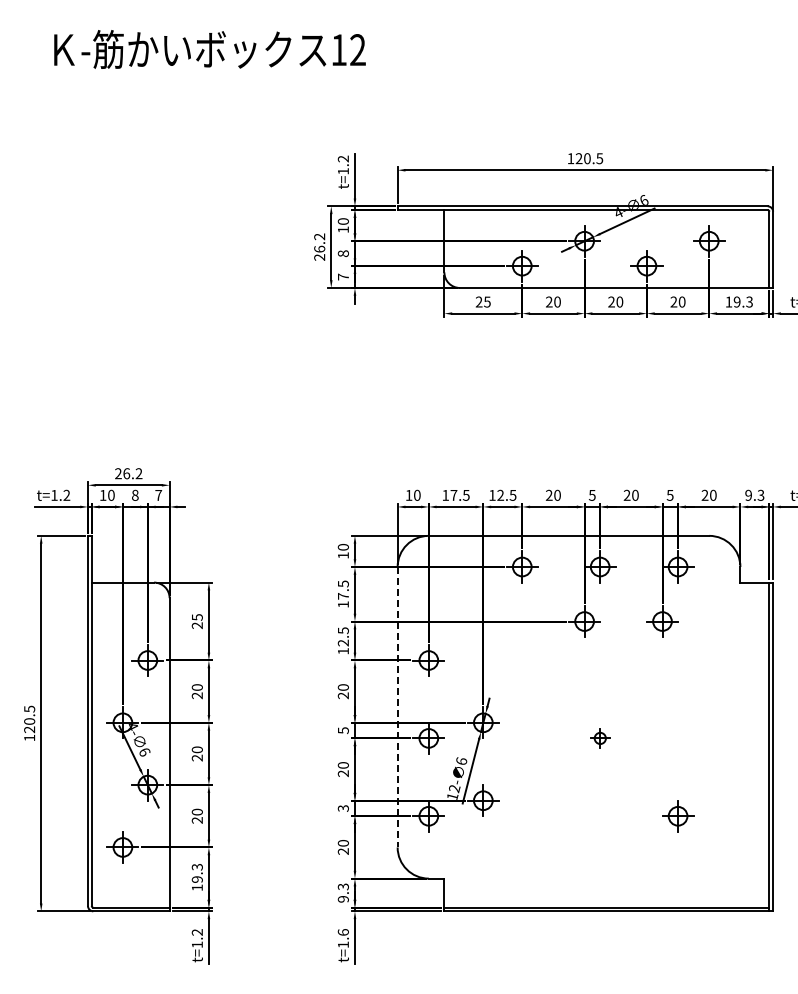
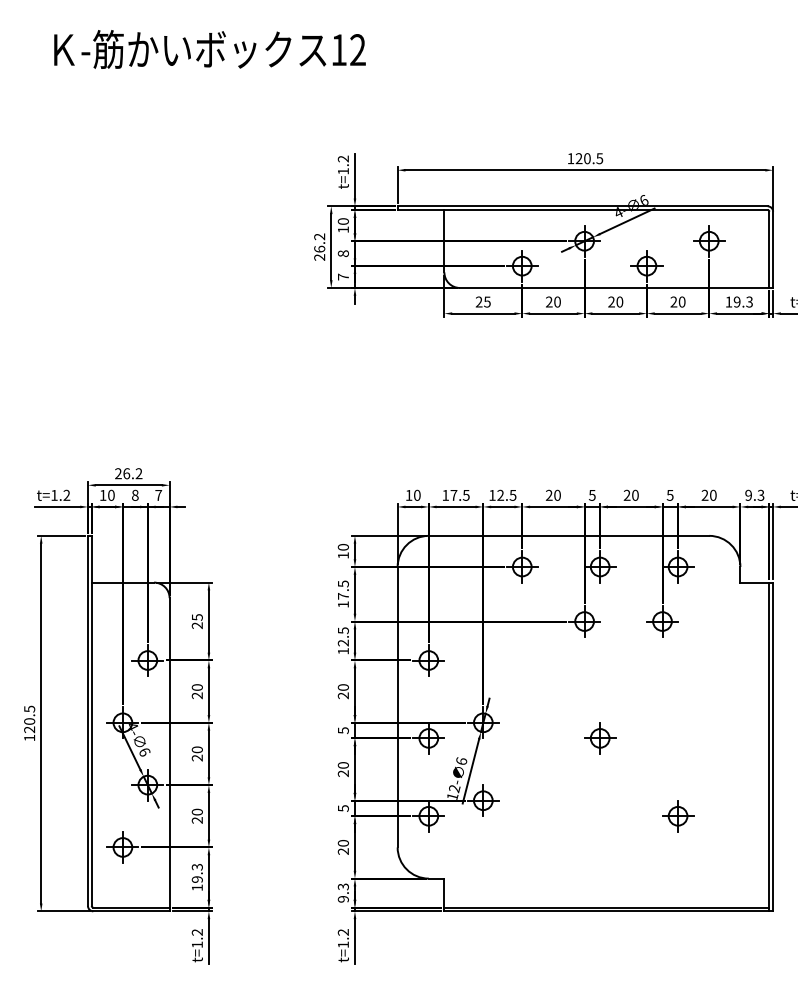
line at (397, 707): dashed -> solid
part at (600, 738) size: 21x21 px -> 33x33 px
text at (342, 808): 3 -> 5
text at (342, 932): t=1.6 -> t=1.2
